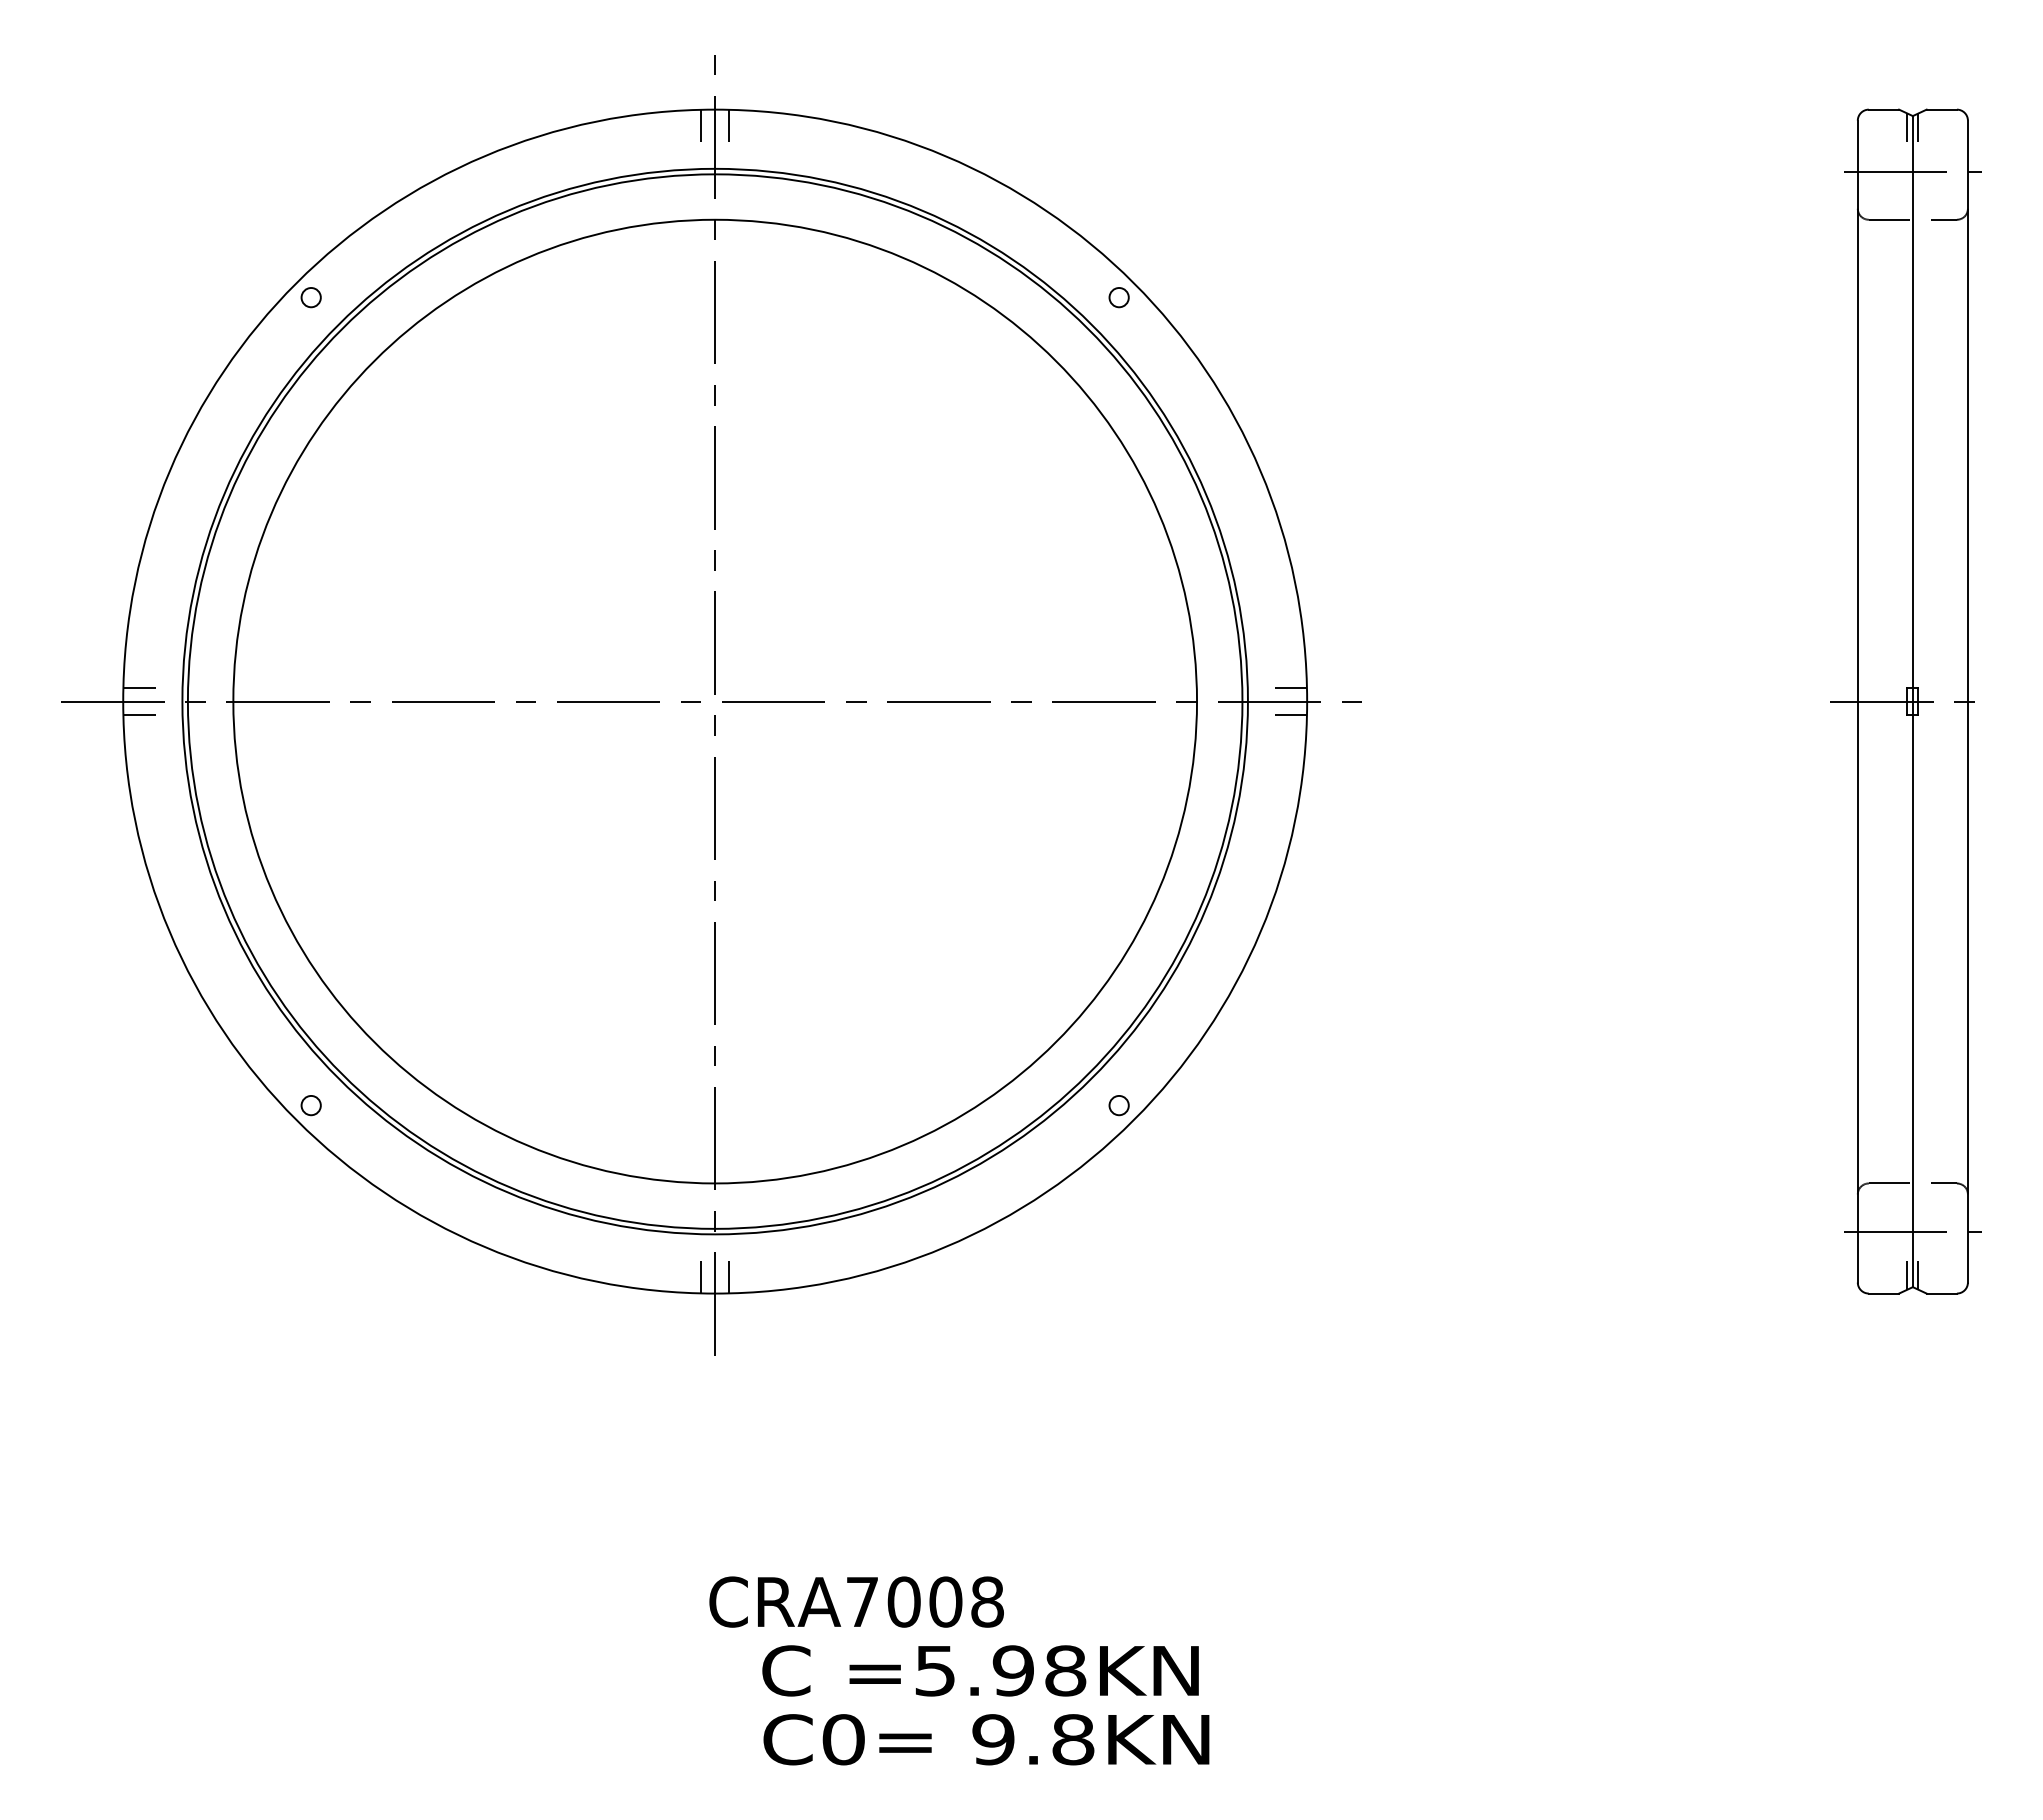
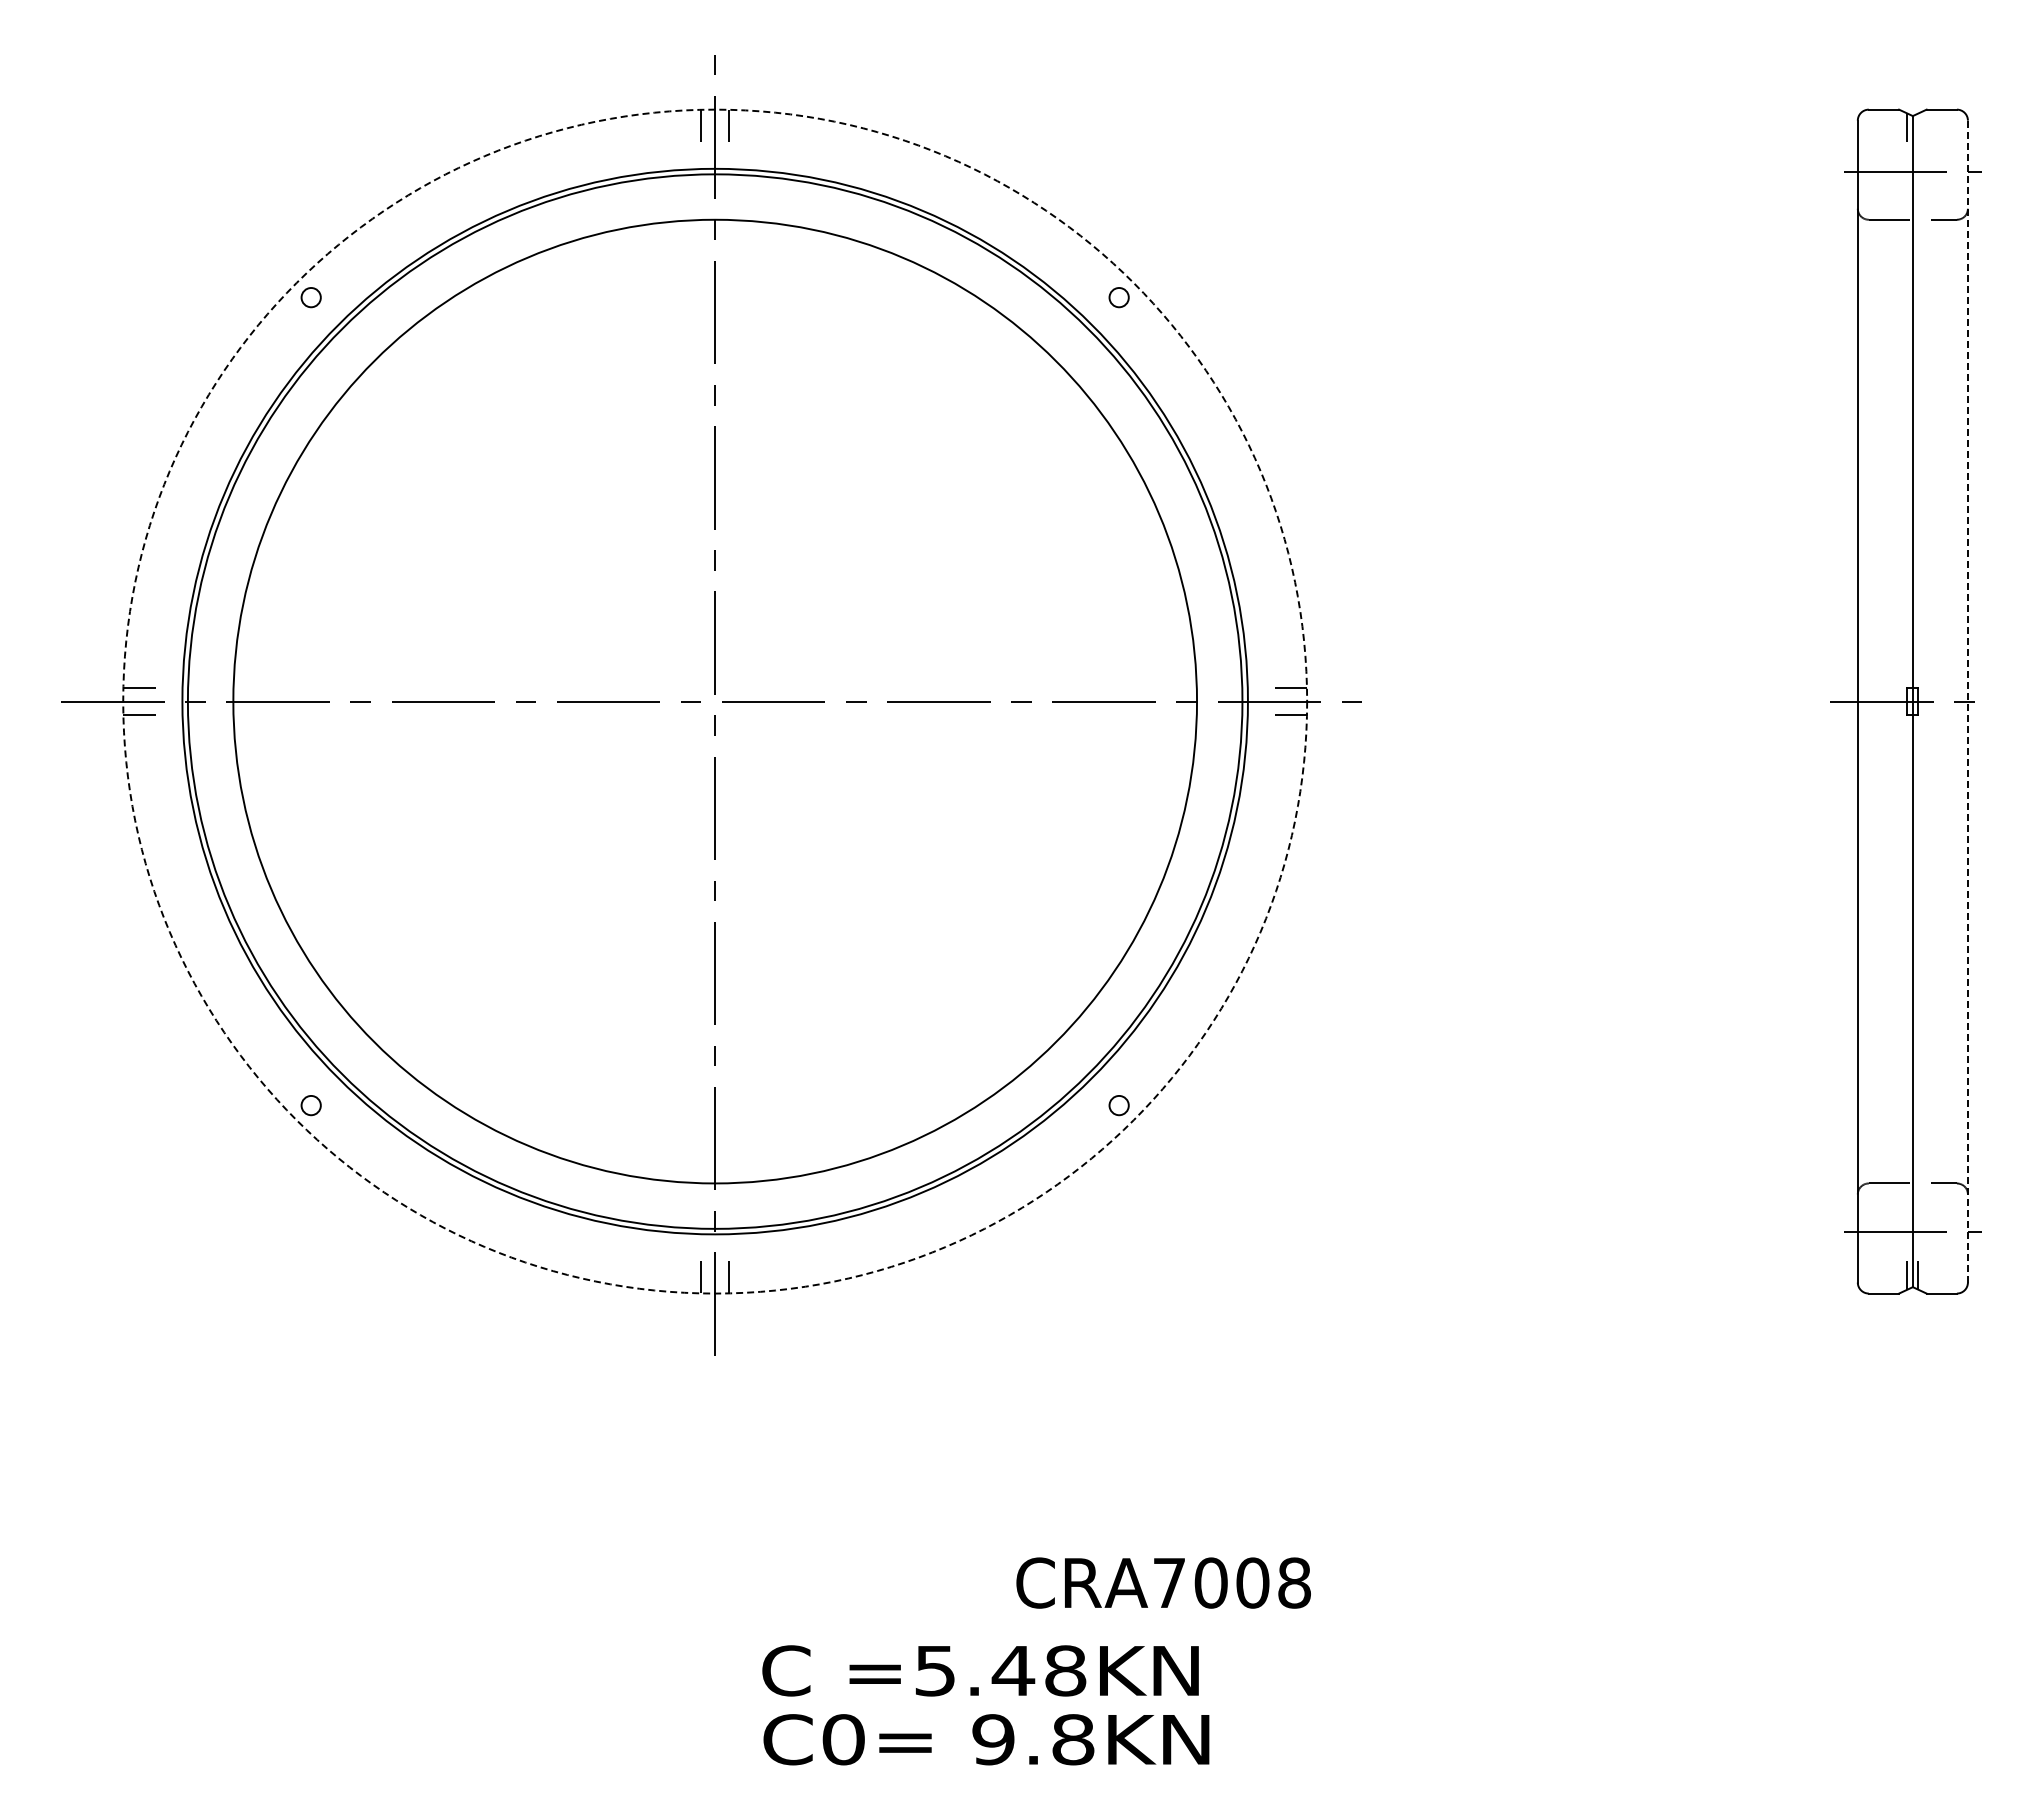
line at (1918, 127): present -> none
circle at (715, 701): solid -> dashed
line at (1967, 701): solid -> dashed
text at (856, 1601) position: (856, 1601) -> (1163, 1582)
text at (1013, 1670): =5.98KN -> =5.48KN
